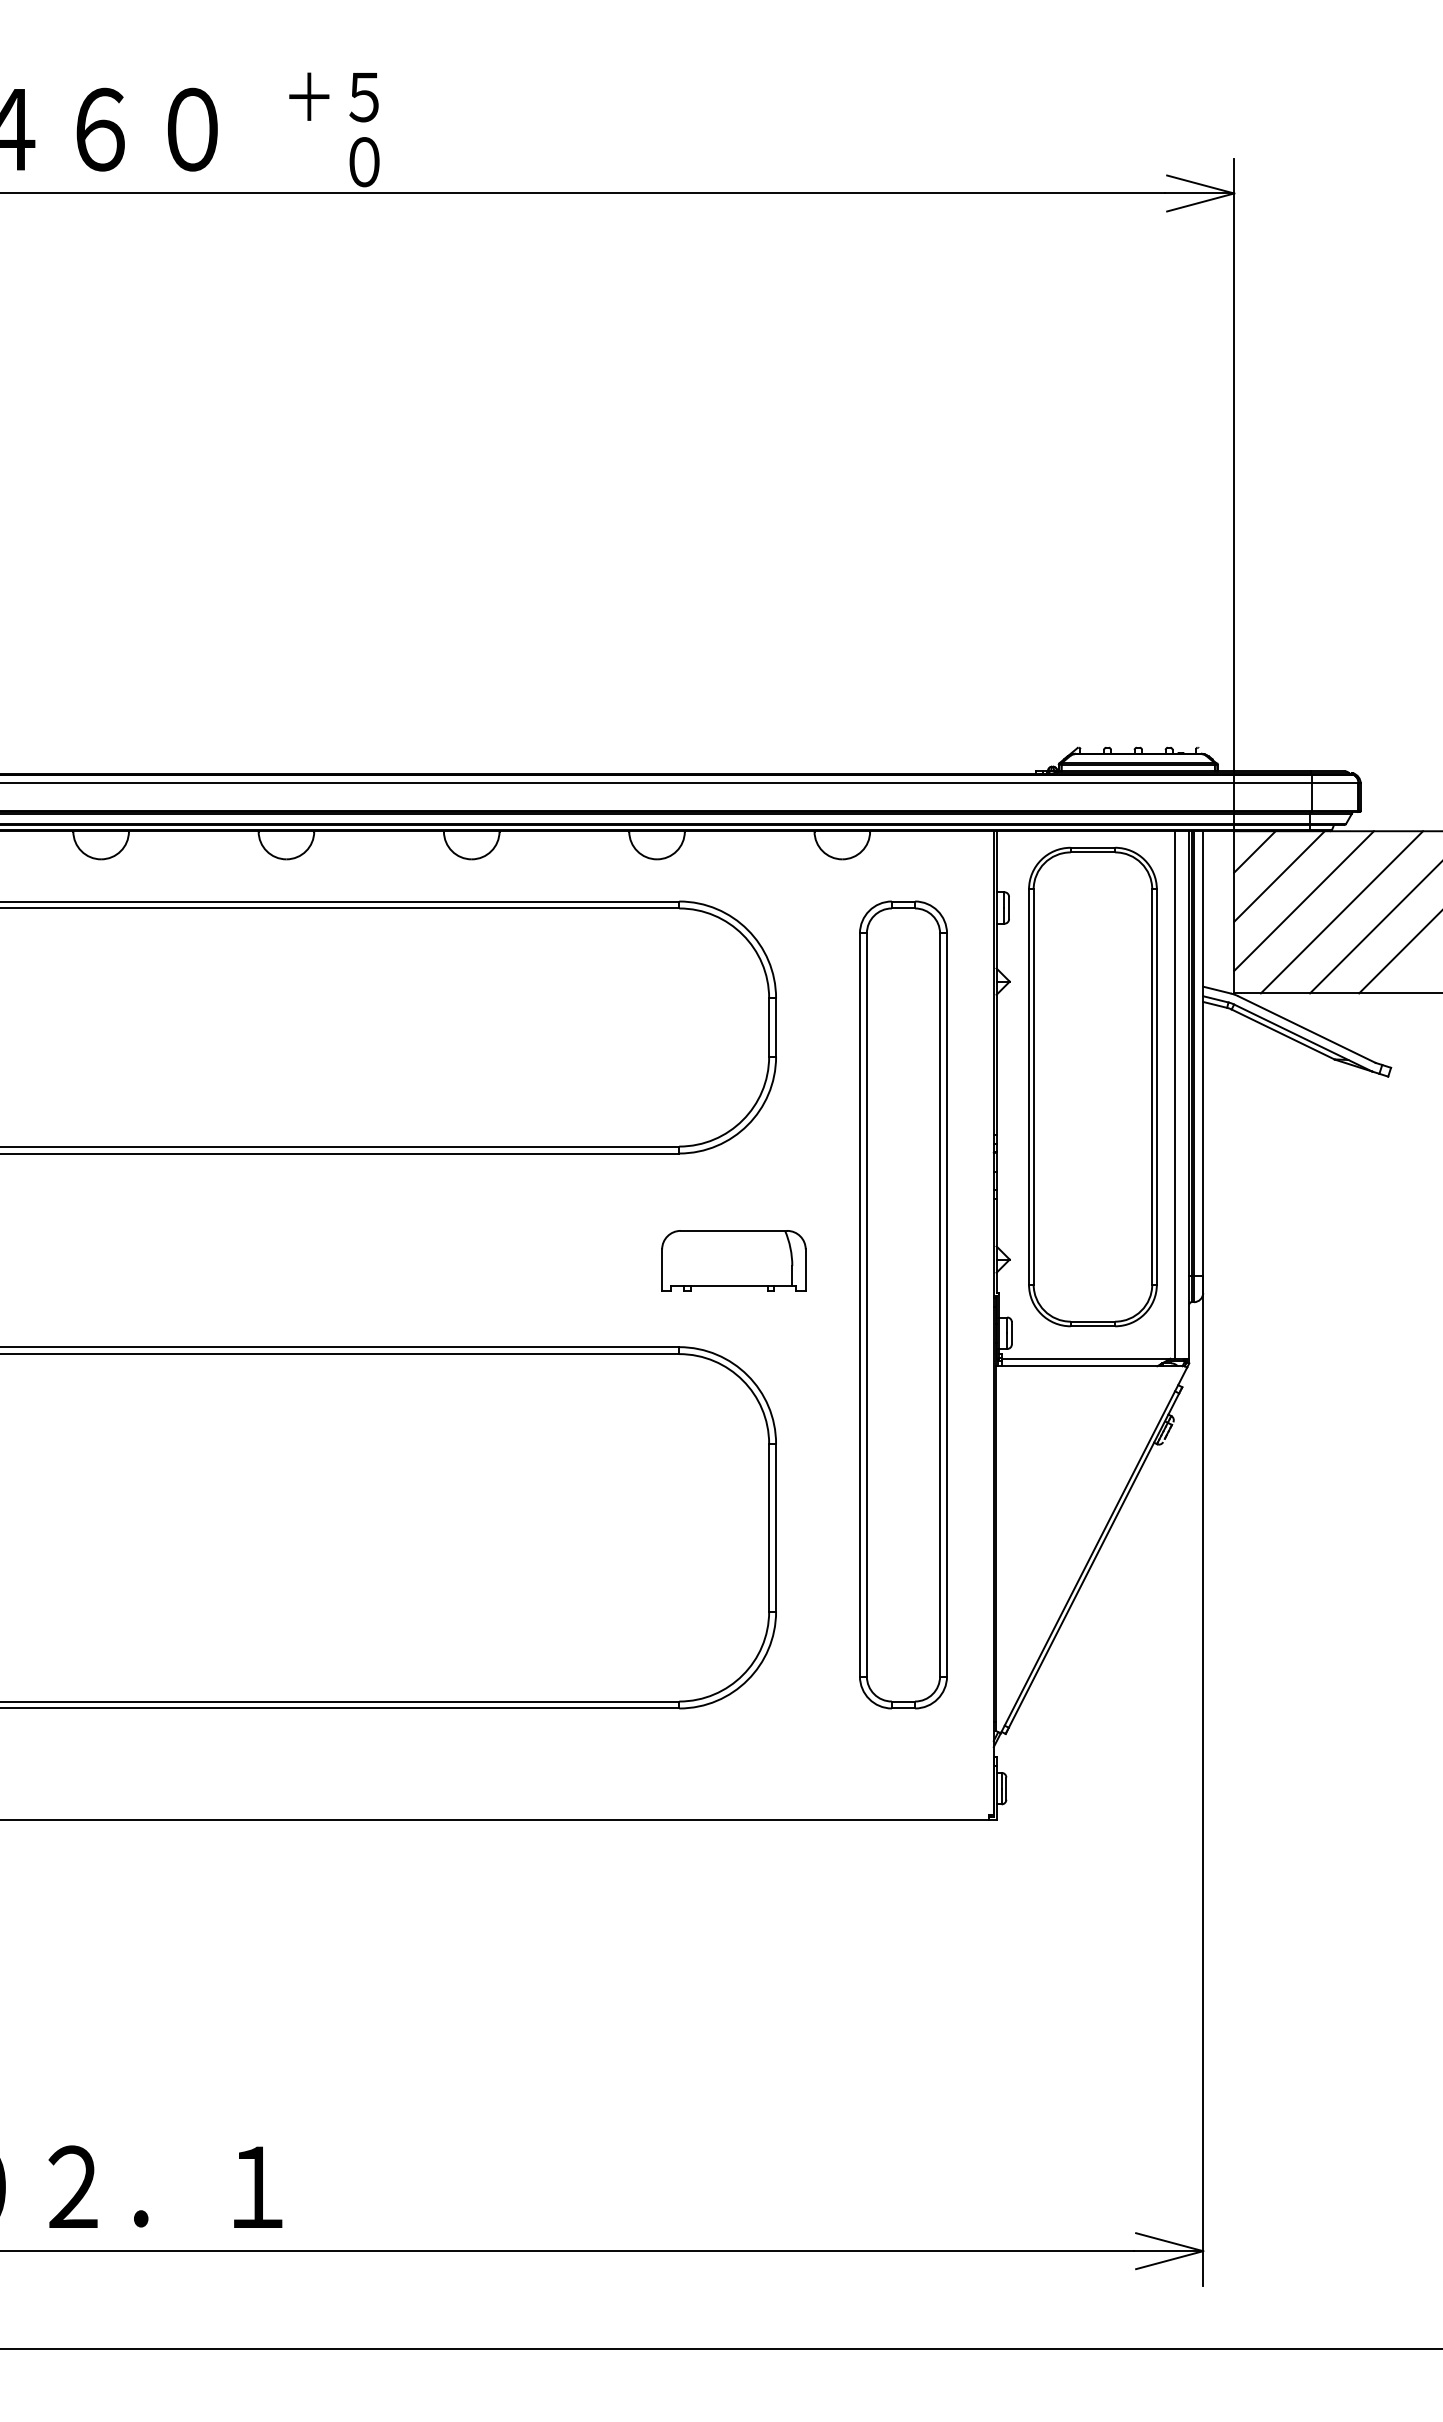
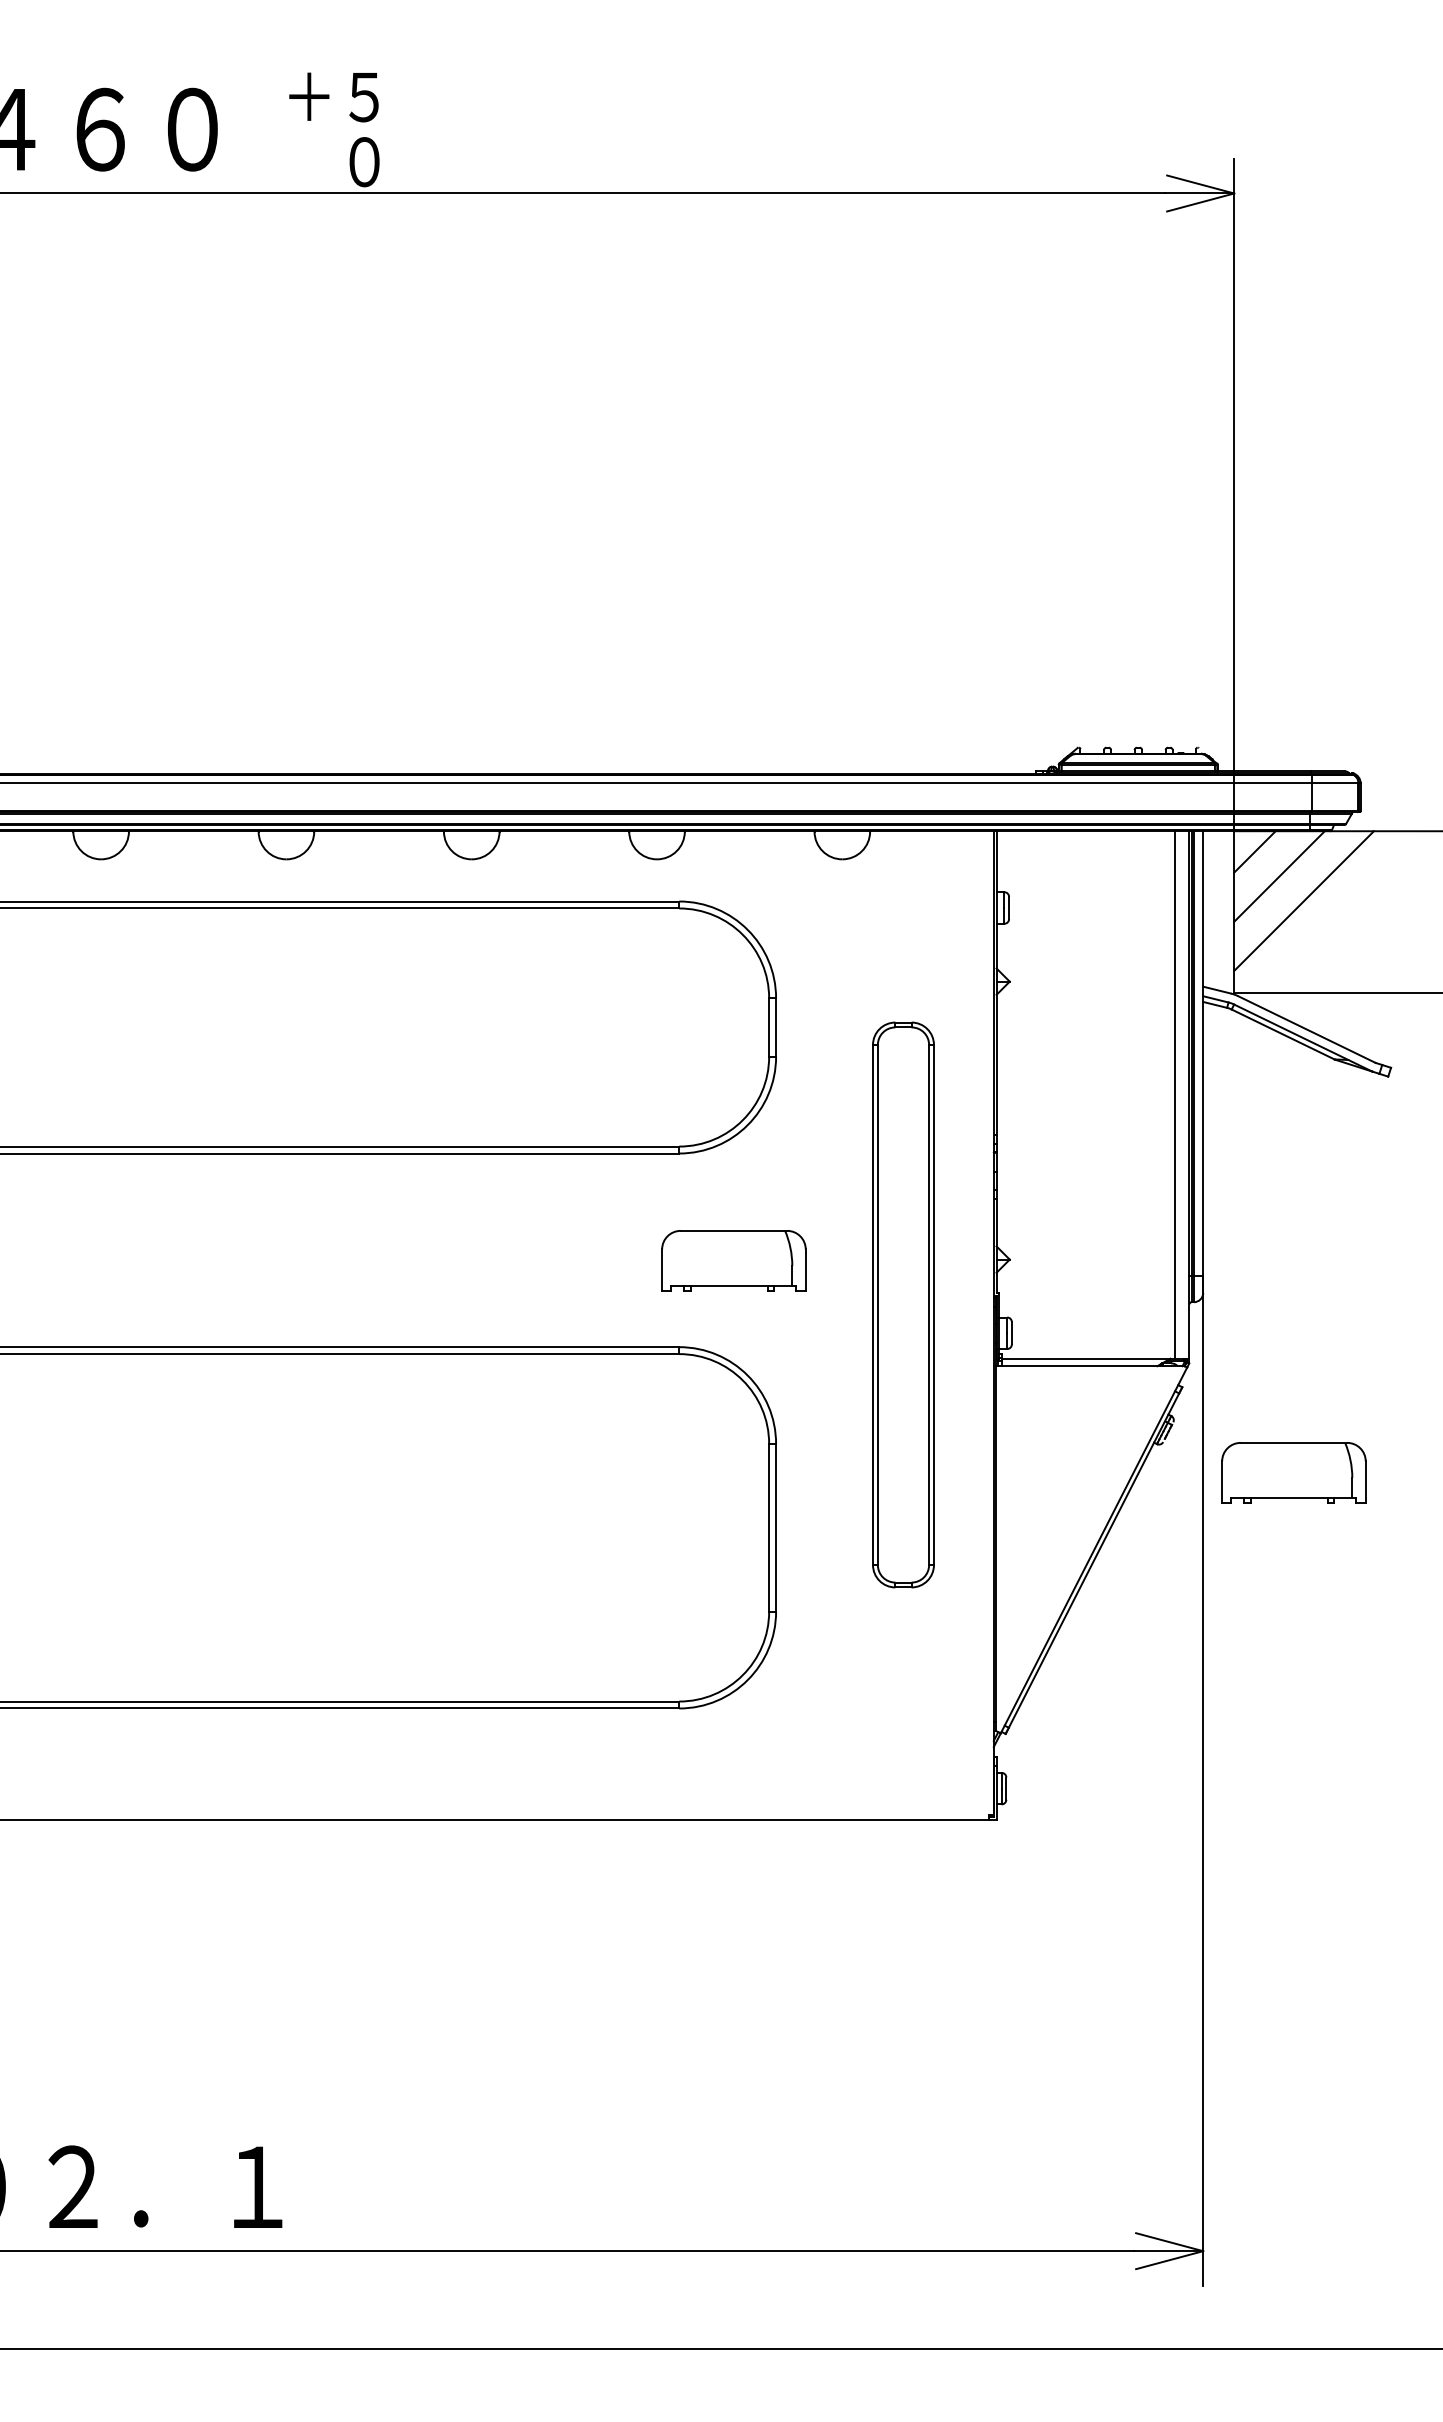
line at (1341, 912): present -> none
line at (1374, 928): present -> none
line at (1399, 952): present -> none
part at (1092, 1086): present -> none
part at (903, 1304) size: 89x810 px -> 63x568 px
part at (1293, 1472): none -> present
